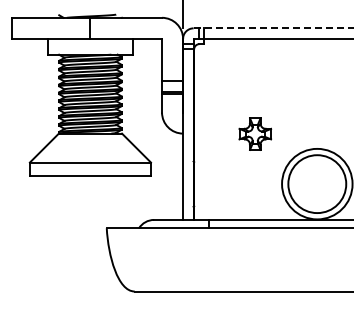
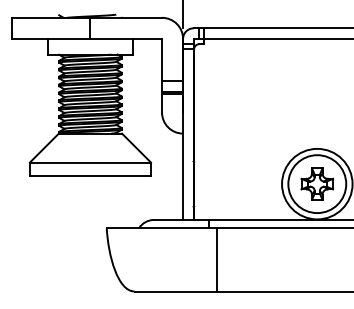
line at (273, 28): dashed -> solid
part at (255, 133) position: (255, 133) -> (317, 183)
line at (217, 259): none -> present
